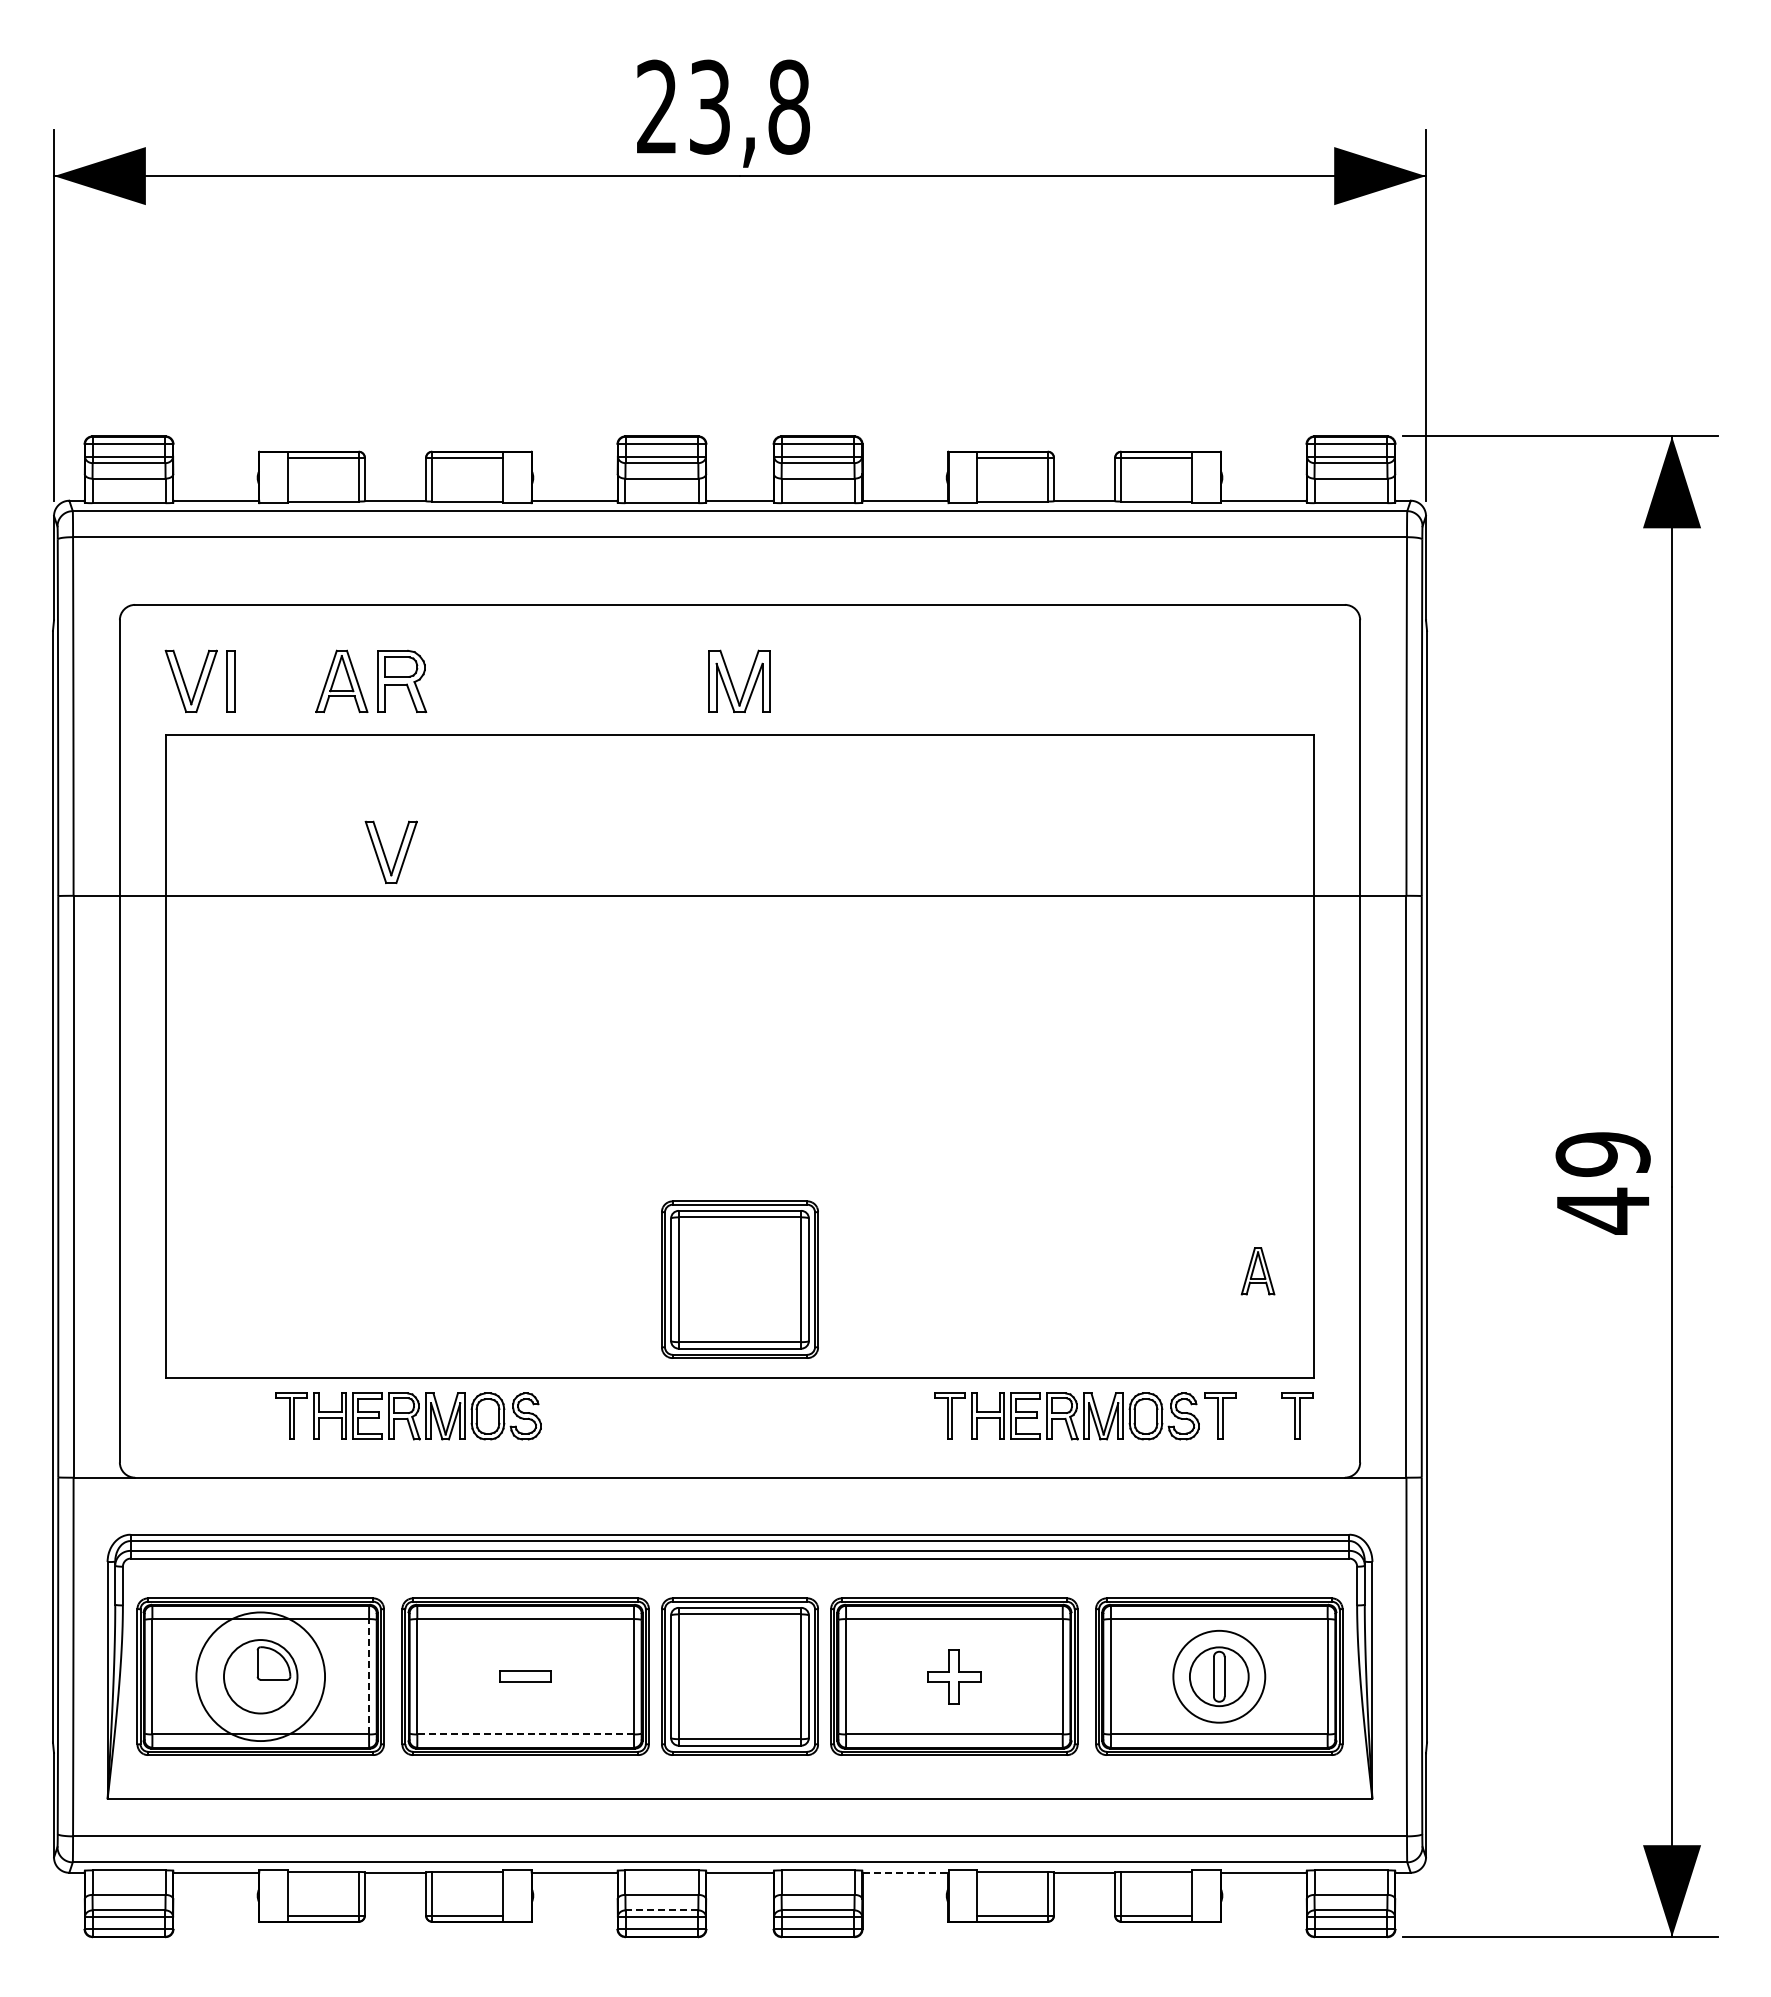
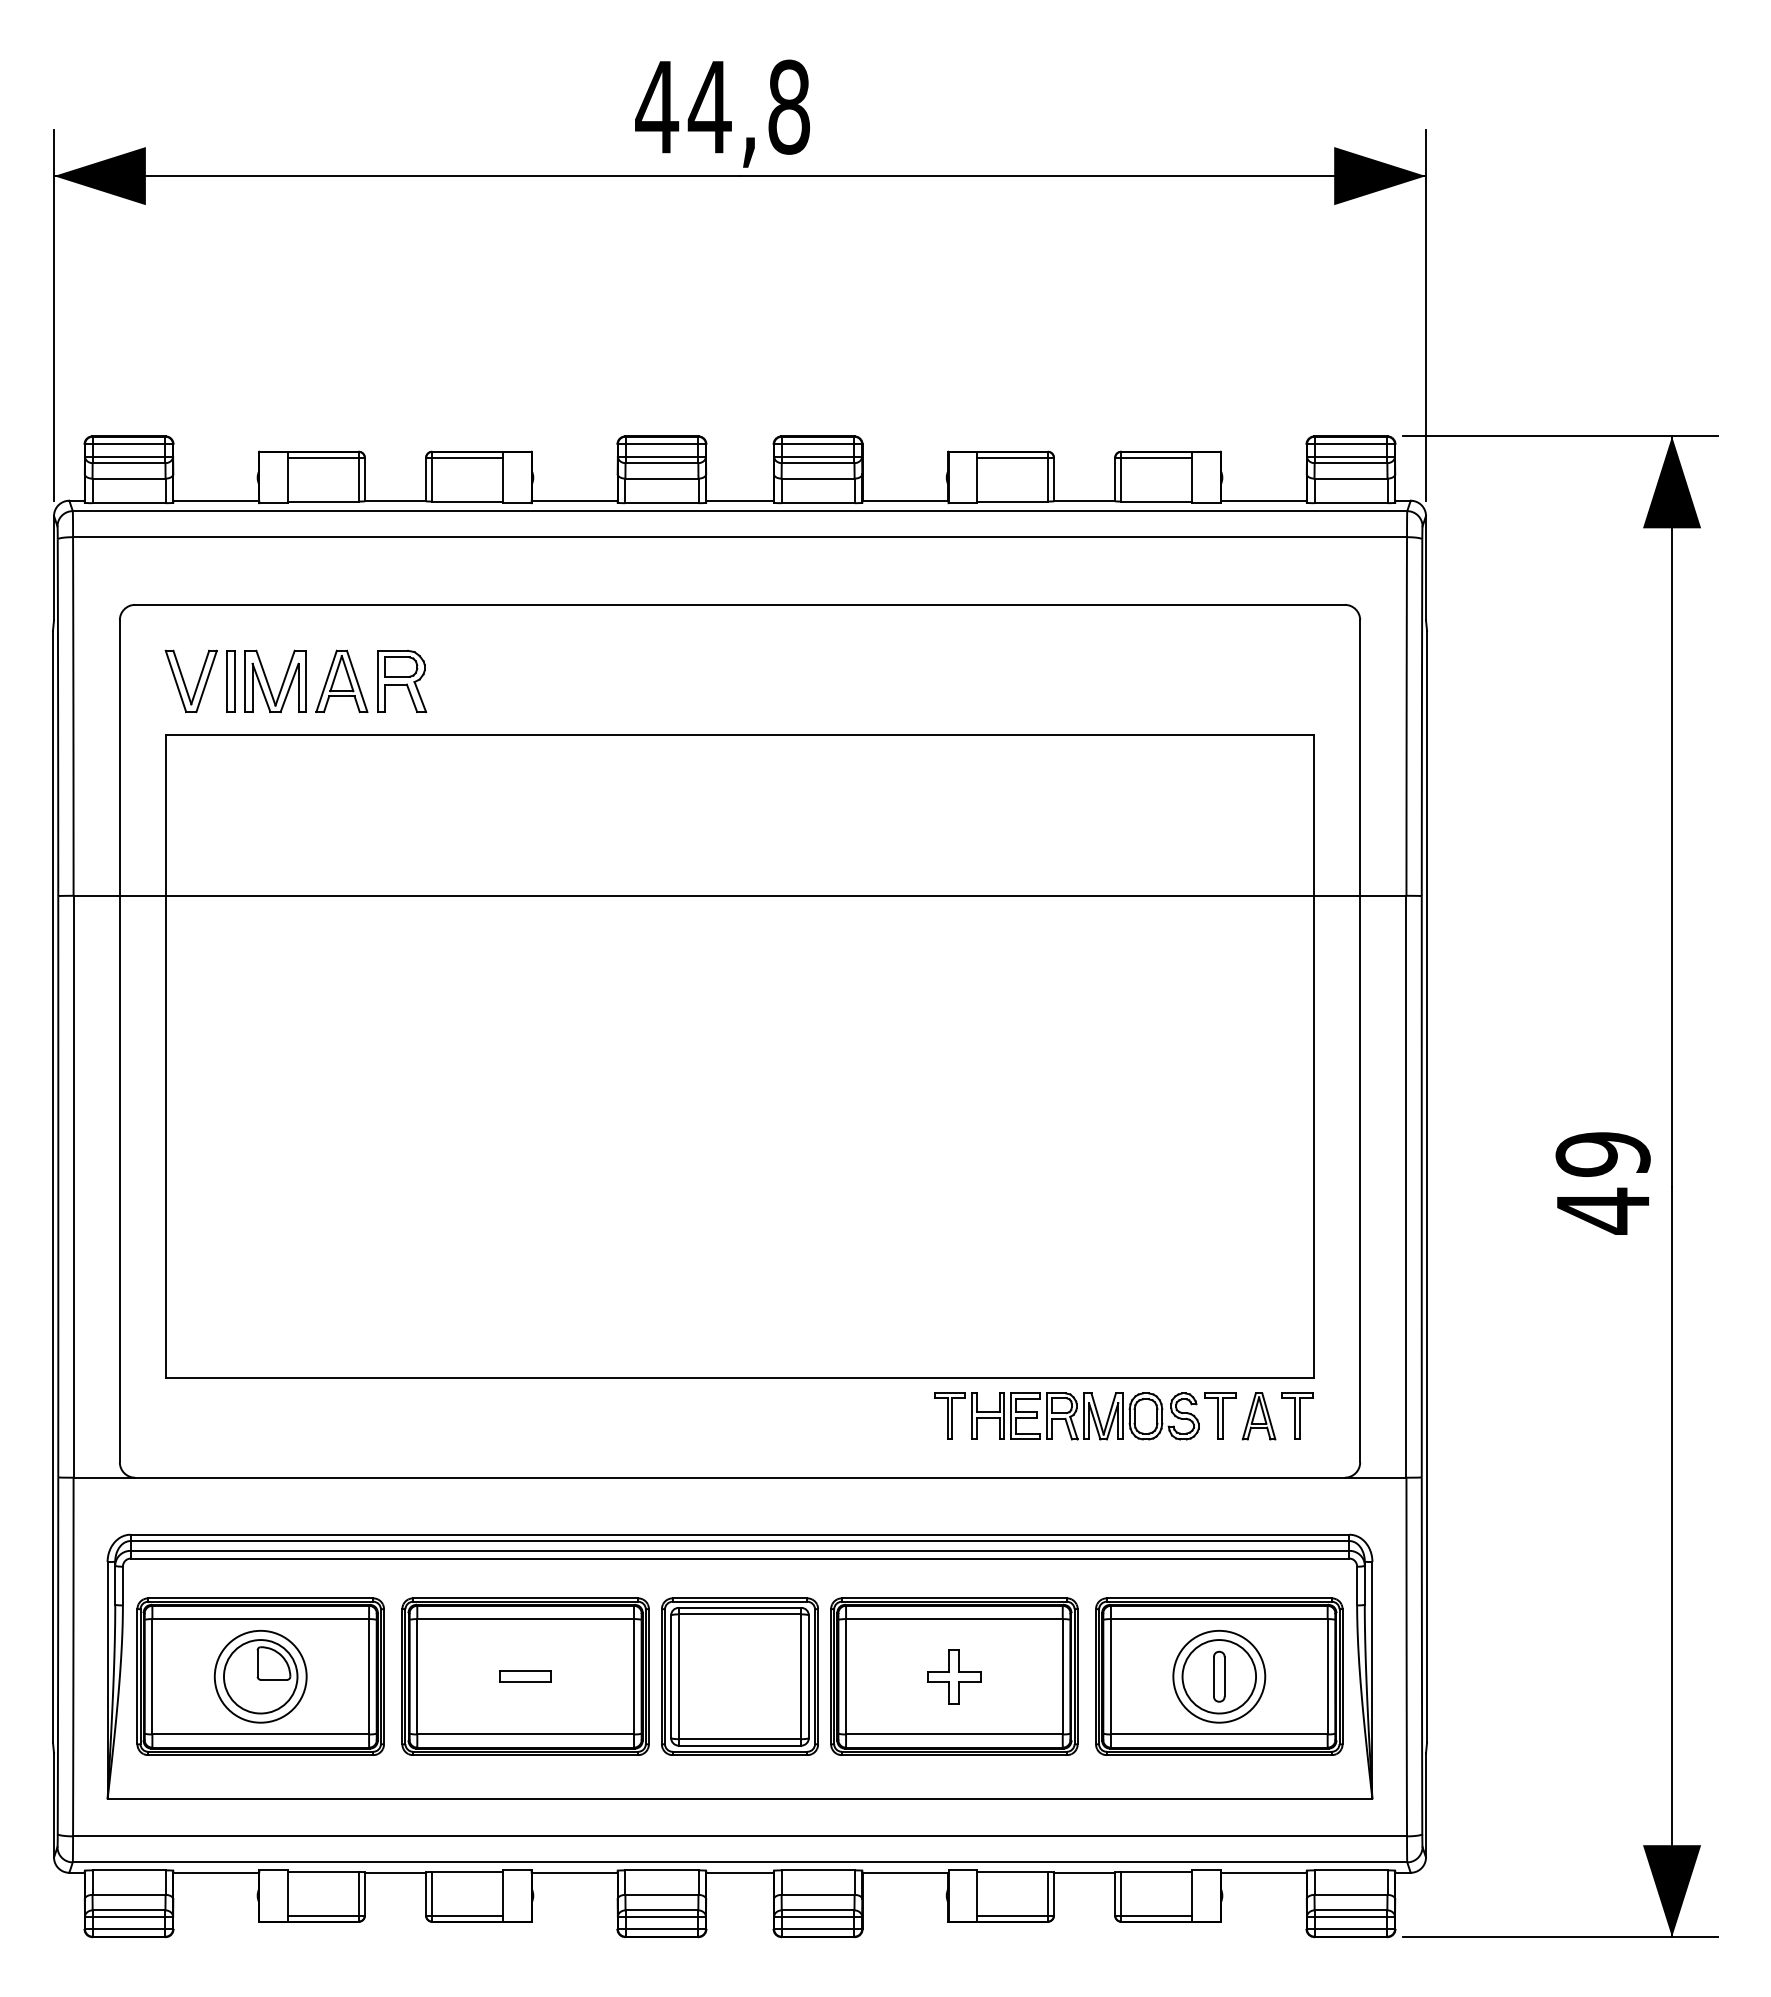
text at (683, 106): 23,8 -> 44,8
part at (732, 681) position: (732, 681) -> (268, 681)
part at (390, 851): present -> none
part at (1257, 1271) position: (1257, 1271) -> (1258, 1416)
part at (739, 1279): present -> none
part at (408, 1416): present -> none
circle at (260, 1676) diameter: 129 px -> 92 px
line at (369, 1676): dashed -> solid
circle at (1218, 1676) diameter: 59 px -> 74 px
line at (525, 1734): dashed -> solid
line at (905, 1872): dashed -> solid
line at (661, 1910): dashed -> solid
